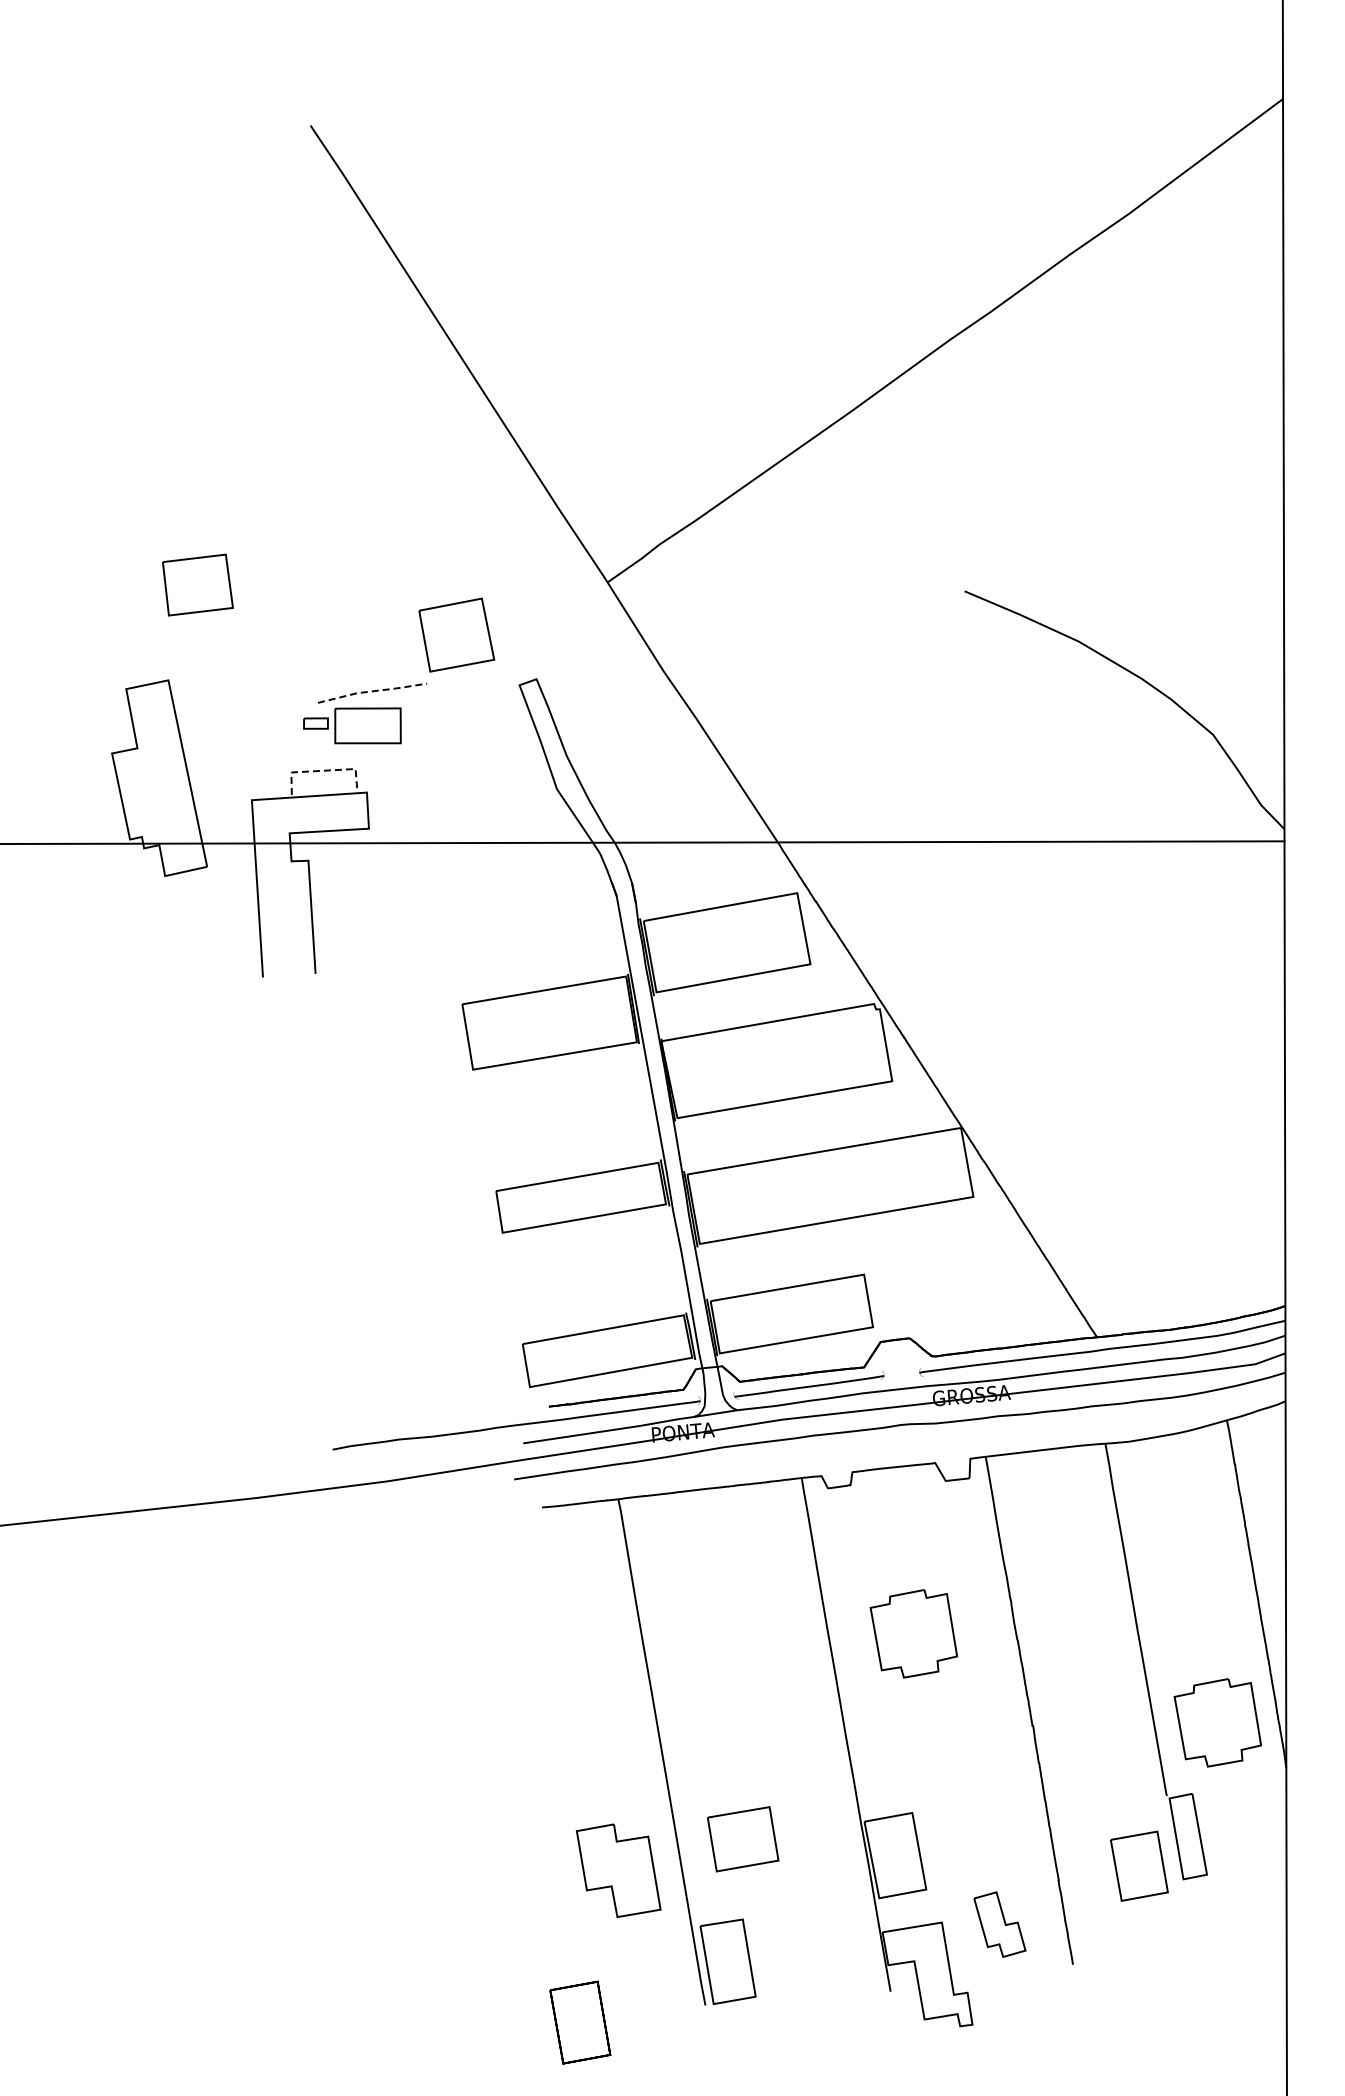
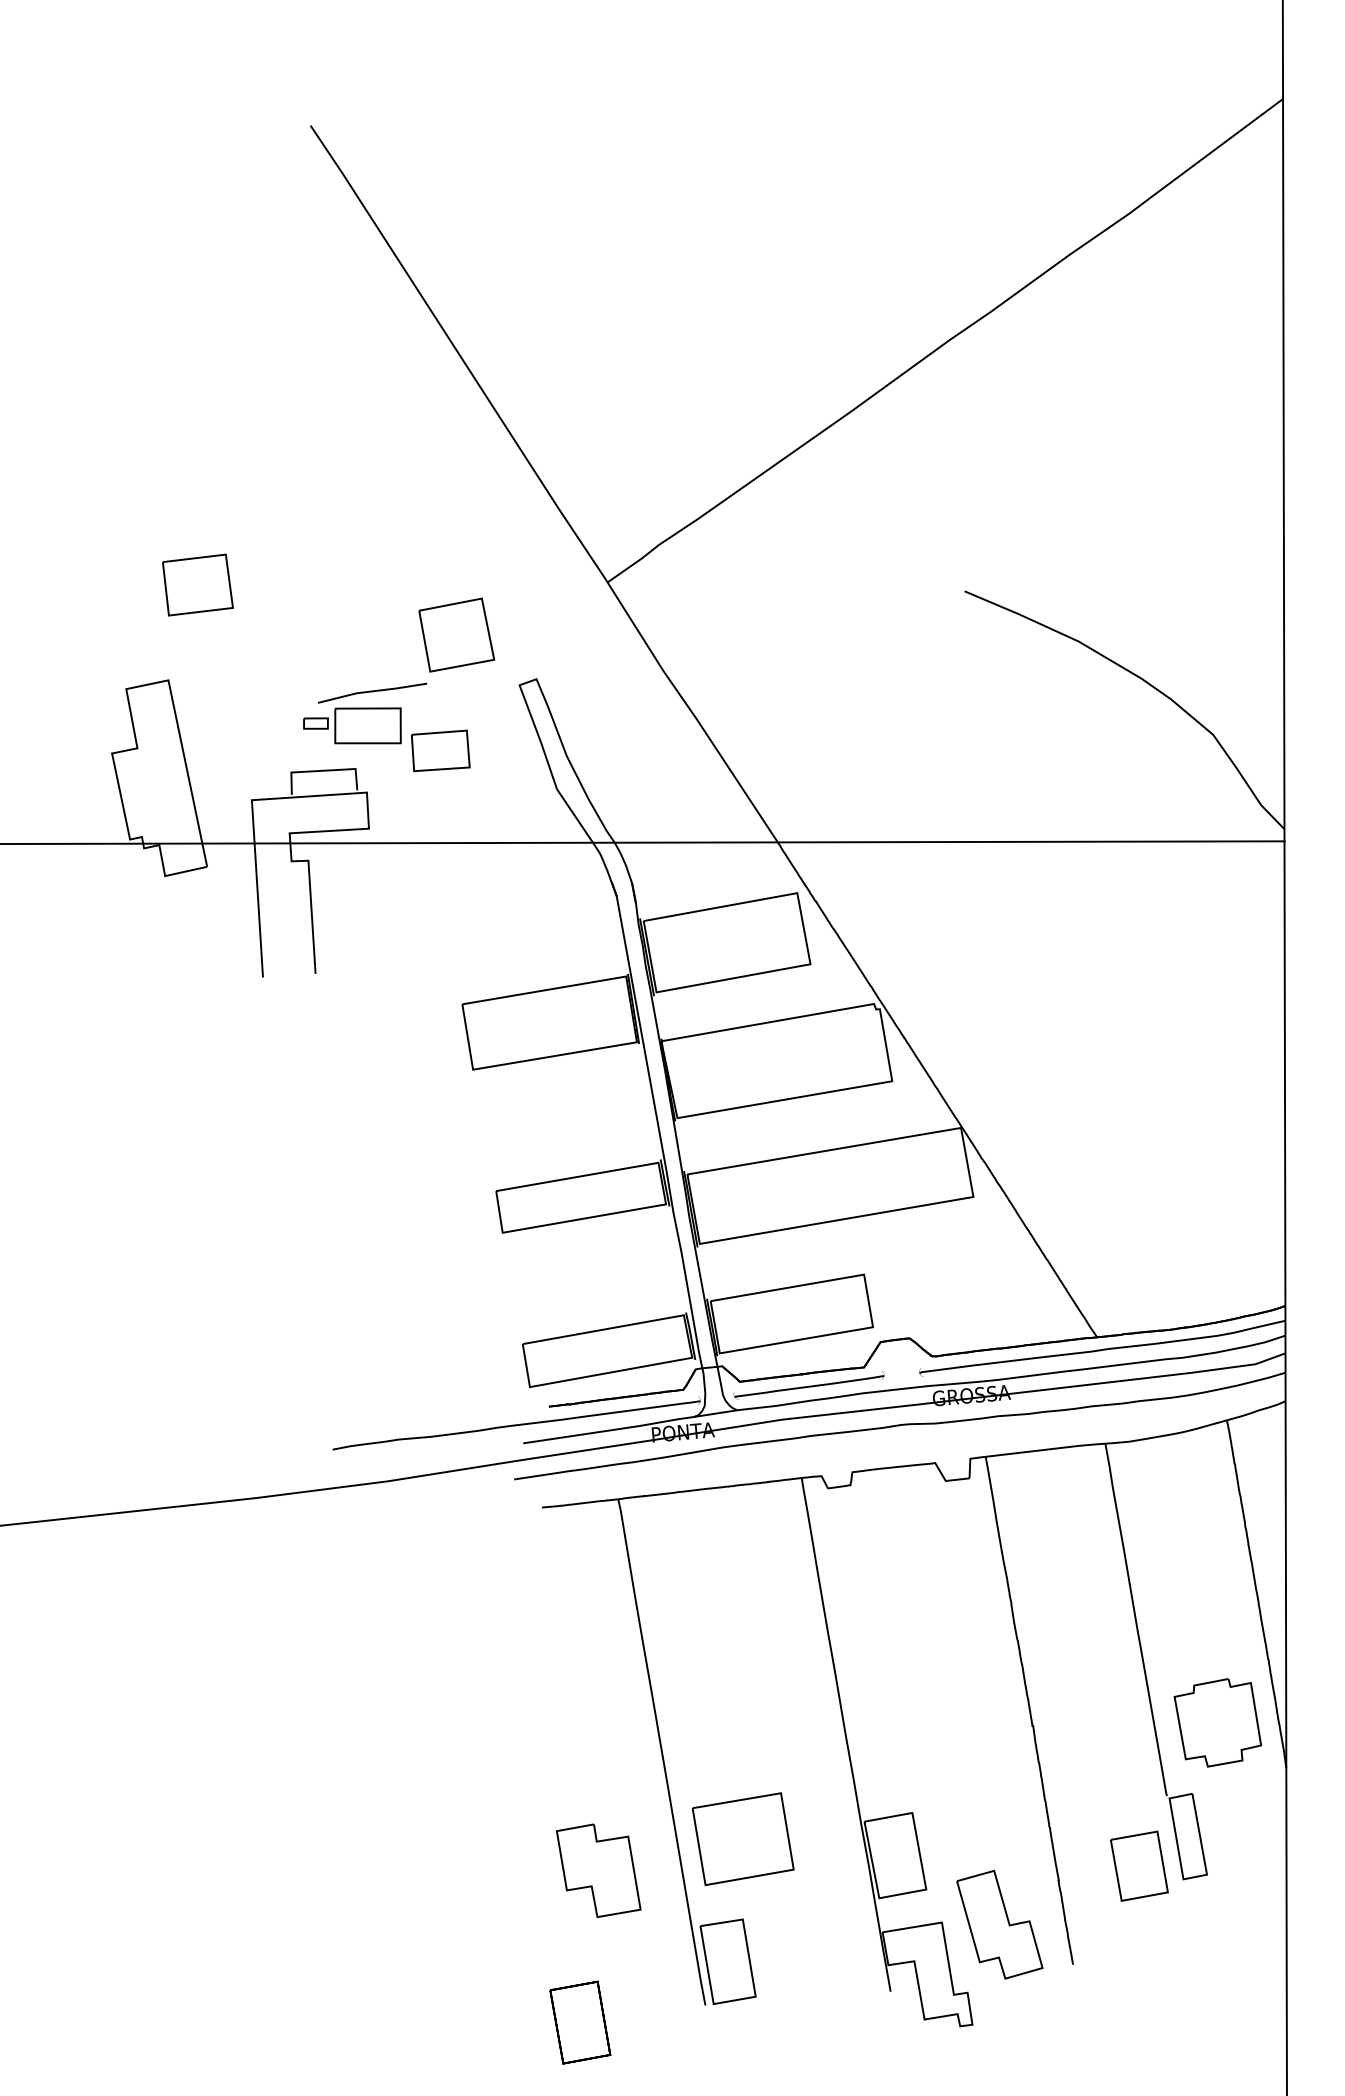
line at (372, 691): dashed -> solid
part at (440, 750): none -> present
line at (323, 770): dashed -> solid
part at (913, 1633): present -> none
part at (743, 1839) size: 73x67 px -> 104x95 px
part at (618, 1870) position: (618, 1870) -> (598, 1870)
part at (999, 1924) size: 54x67 px -> 88x111 px
